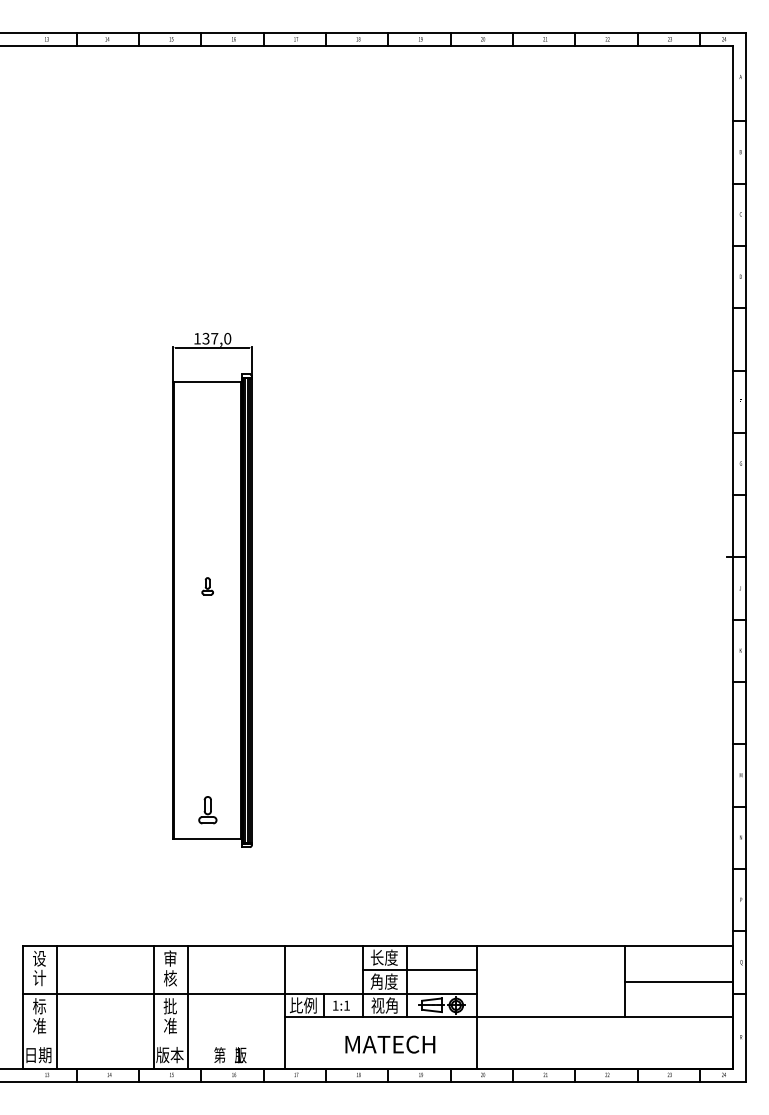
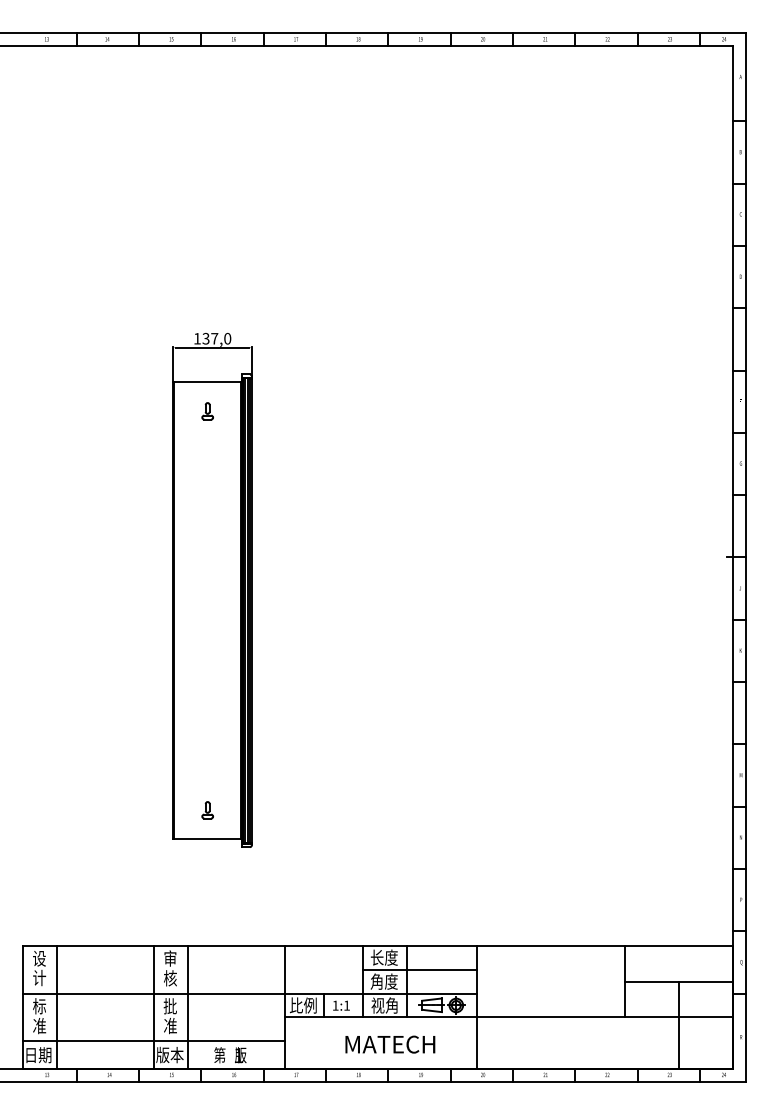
part at (207, 586) position: (207, 586) -> (207, 411)
part at (207, 810) size: 20x29 px -> 13x19 px
line at (679, 1025): none -> present
line at (153, 1041): none -> present
